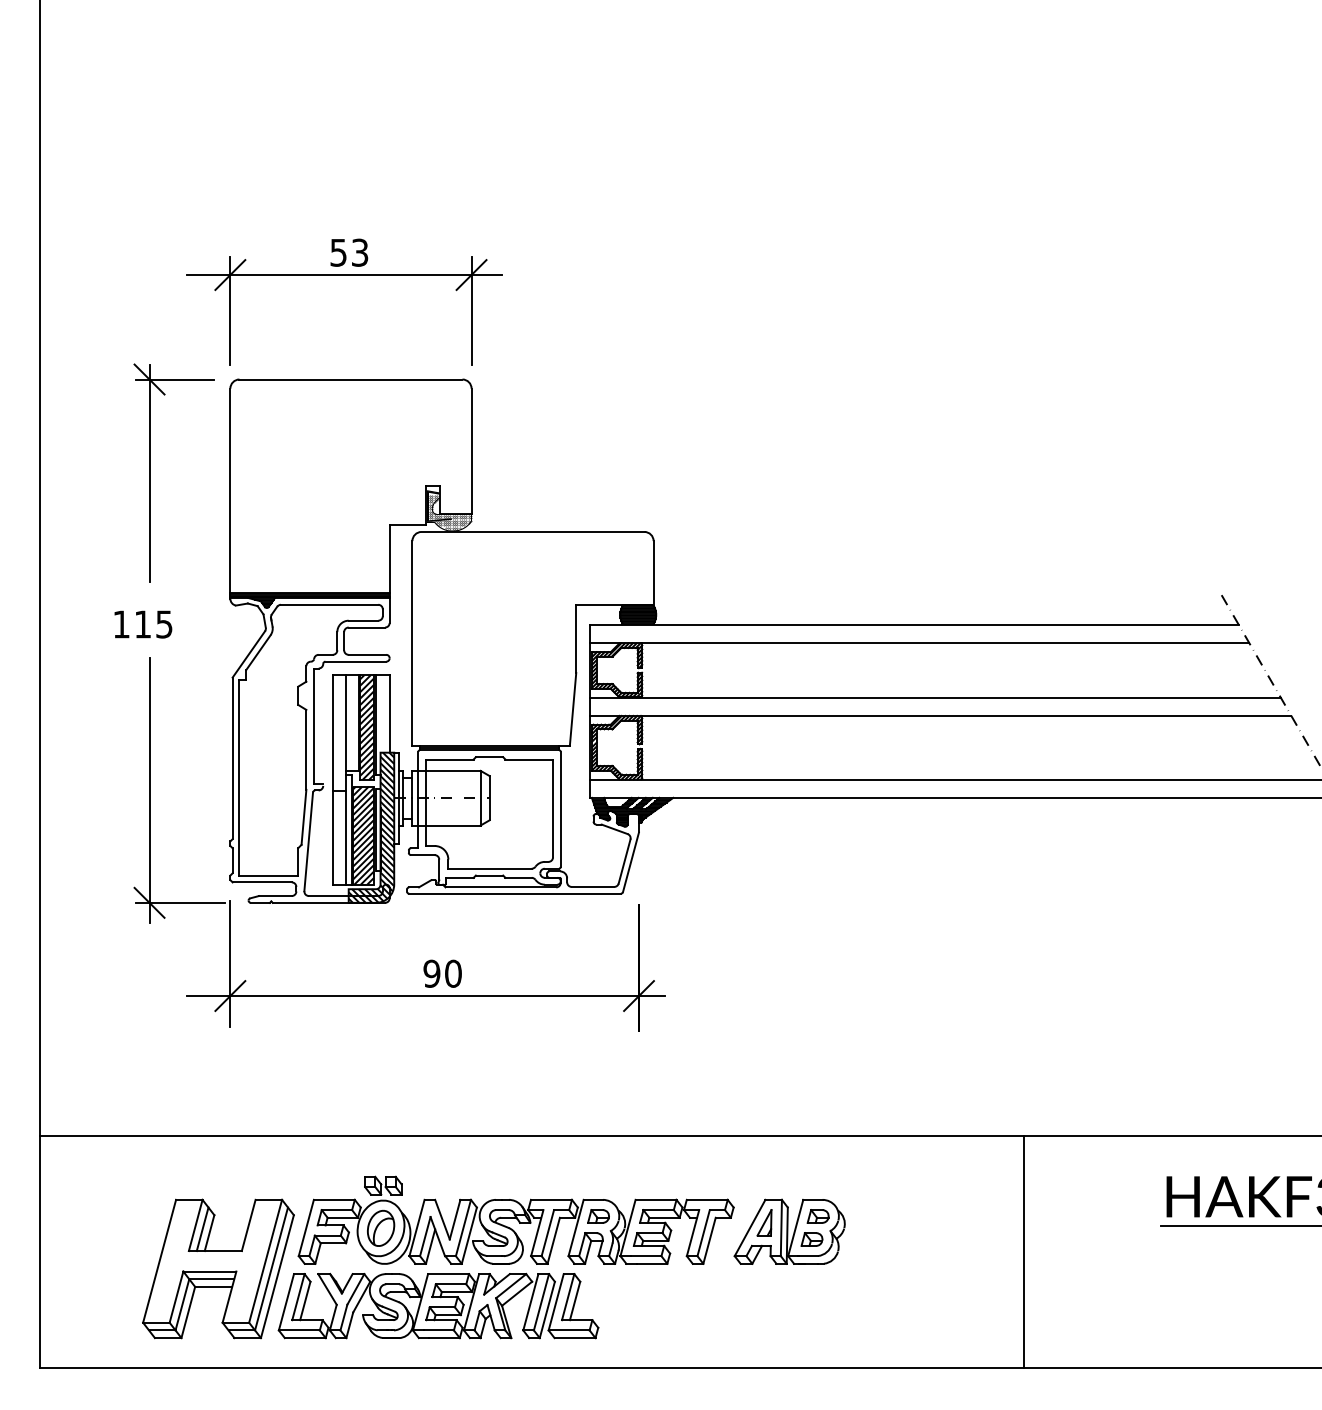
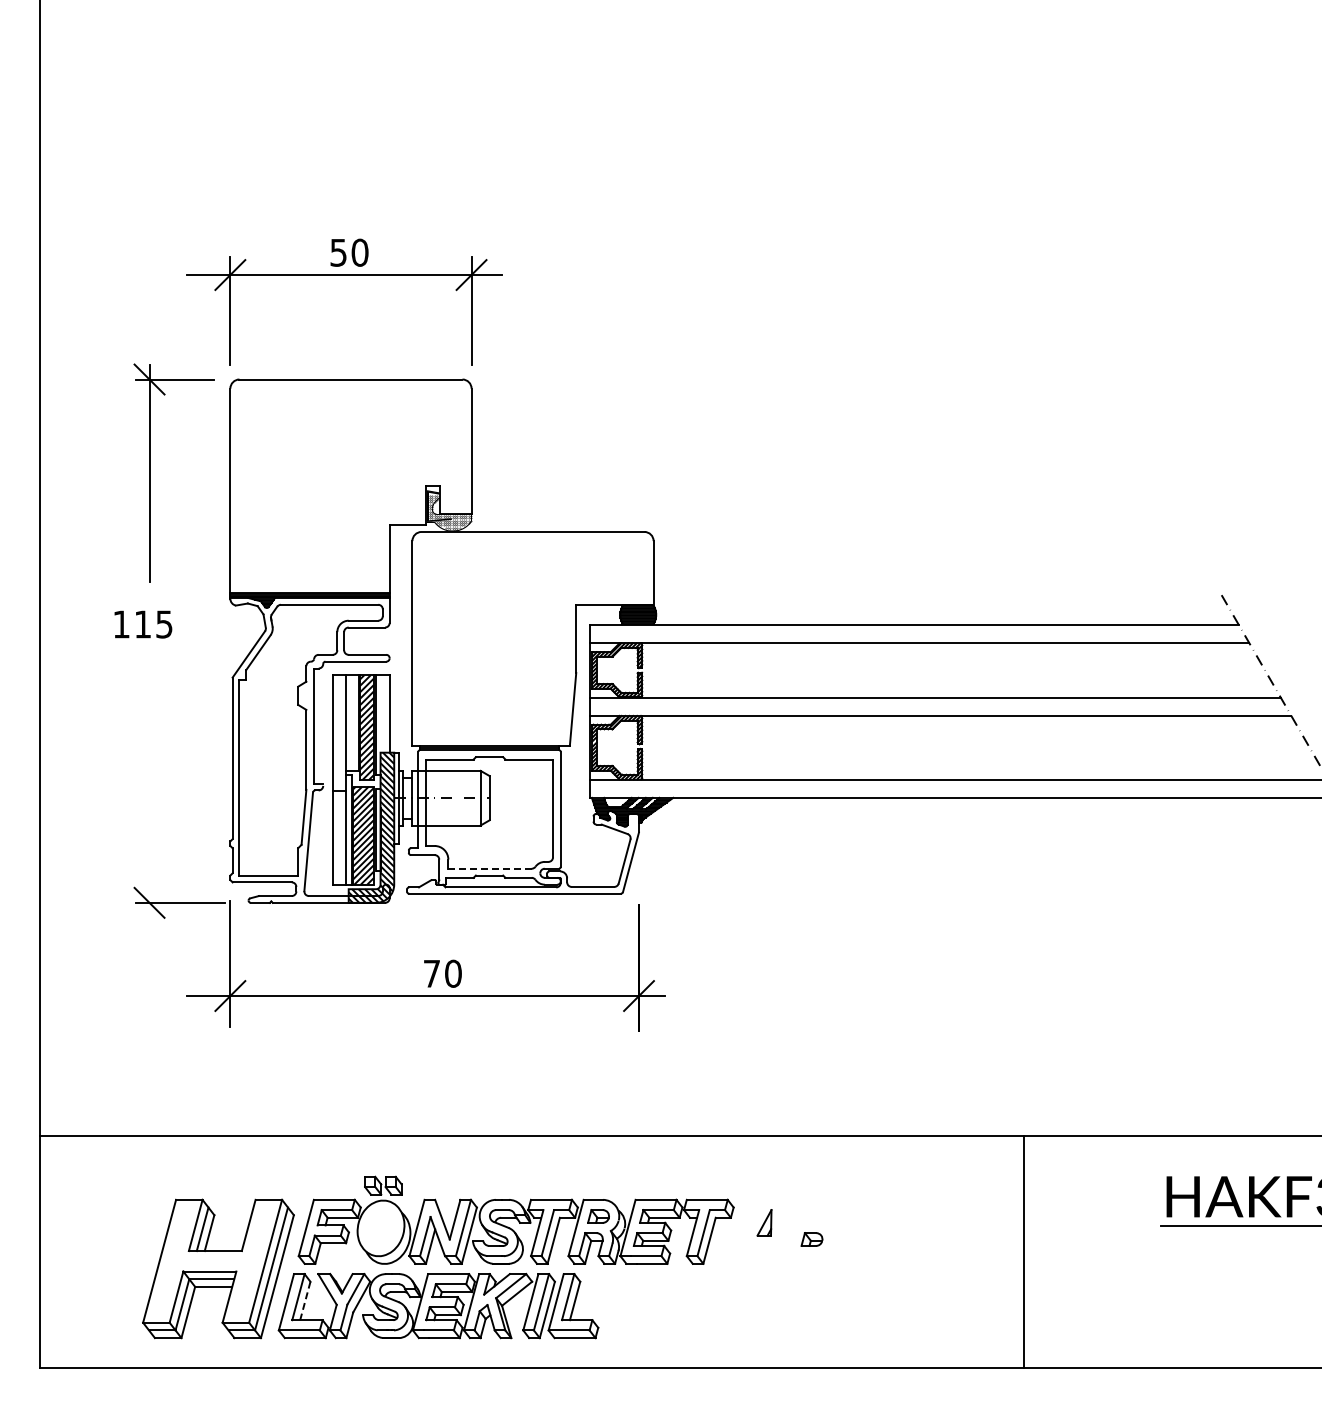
text at (359, 252): 53 -> 50
line at (149, 789): present -> none
line at (490, 868): solid -> dashed
text at (431, 973): 90 -> 70
part at (381, 1227): present -> none
part at (789, 1231): present -> none
line at (305, 1300): solid -> dashed
